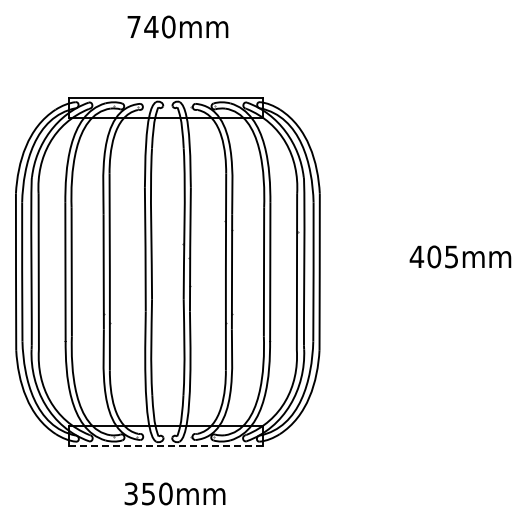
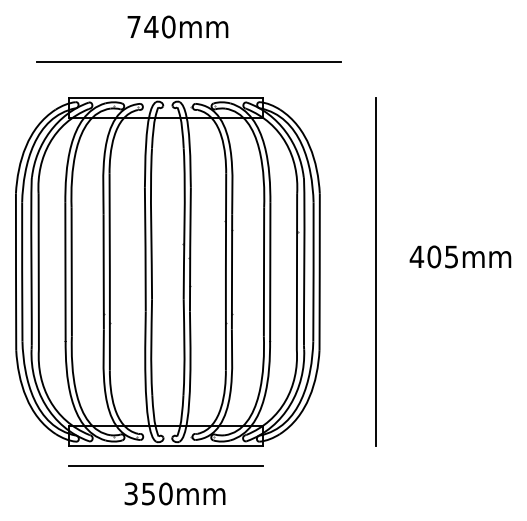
line at (189, 62): none -> present
line at (376, 271): none -> present
line at (166, 446): dashed -> solid
line at (165, 465): none -> present
